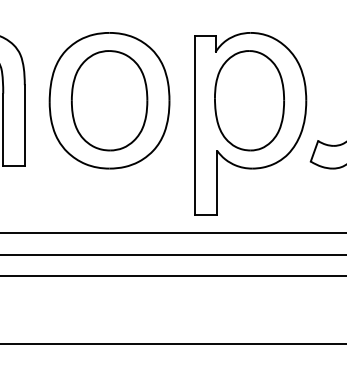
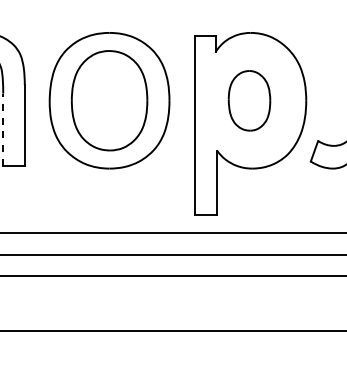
part at (249, 100) size: 71x102 px -> 45x62 px
line at (3, 129): solid -> dashed
line at (172, 344) position: (172, 344) -> (172, 331)
